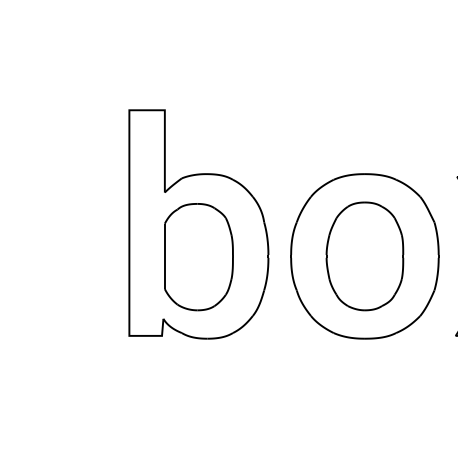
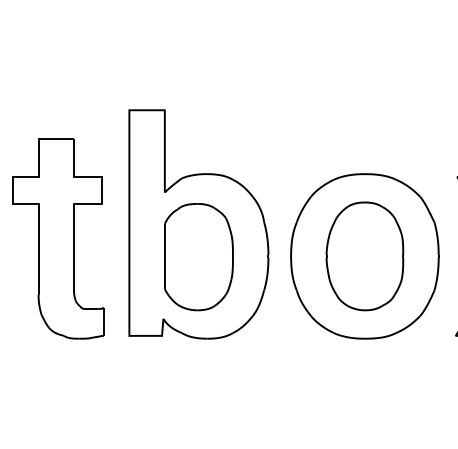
part at (58, 238): none -> present
